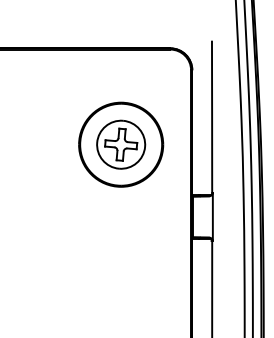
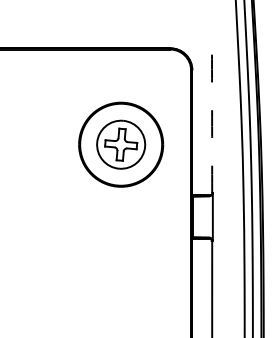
arc at (212, 117): solid -> dashed
